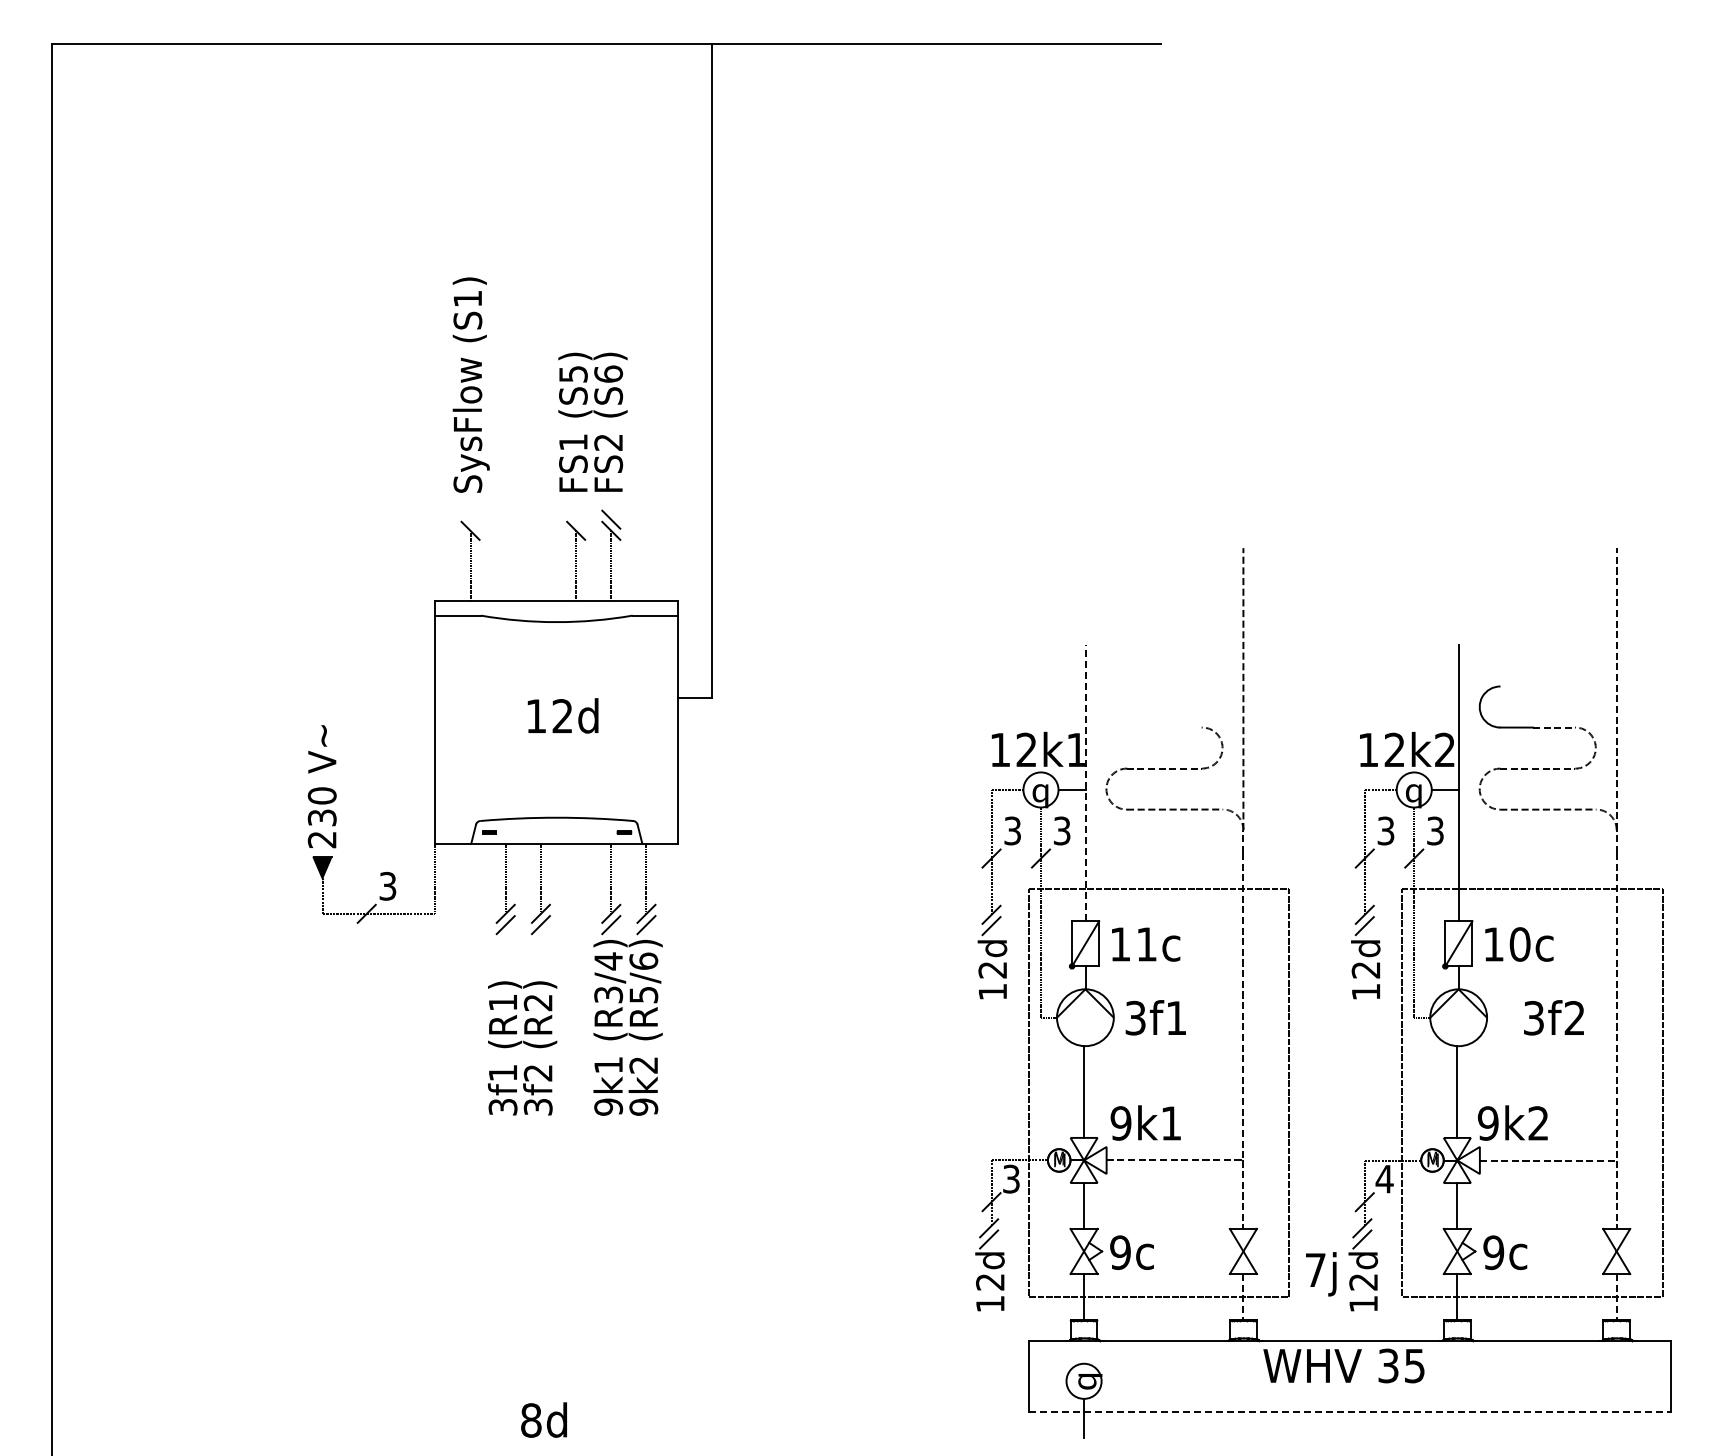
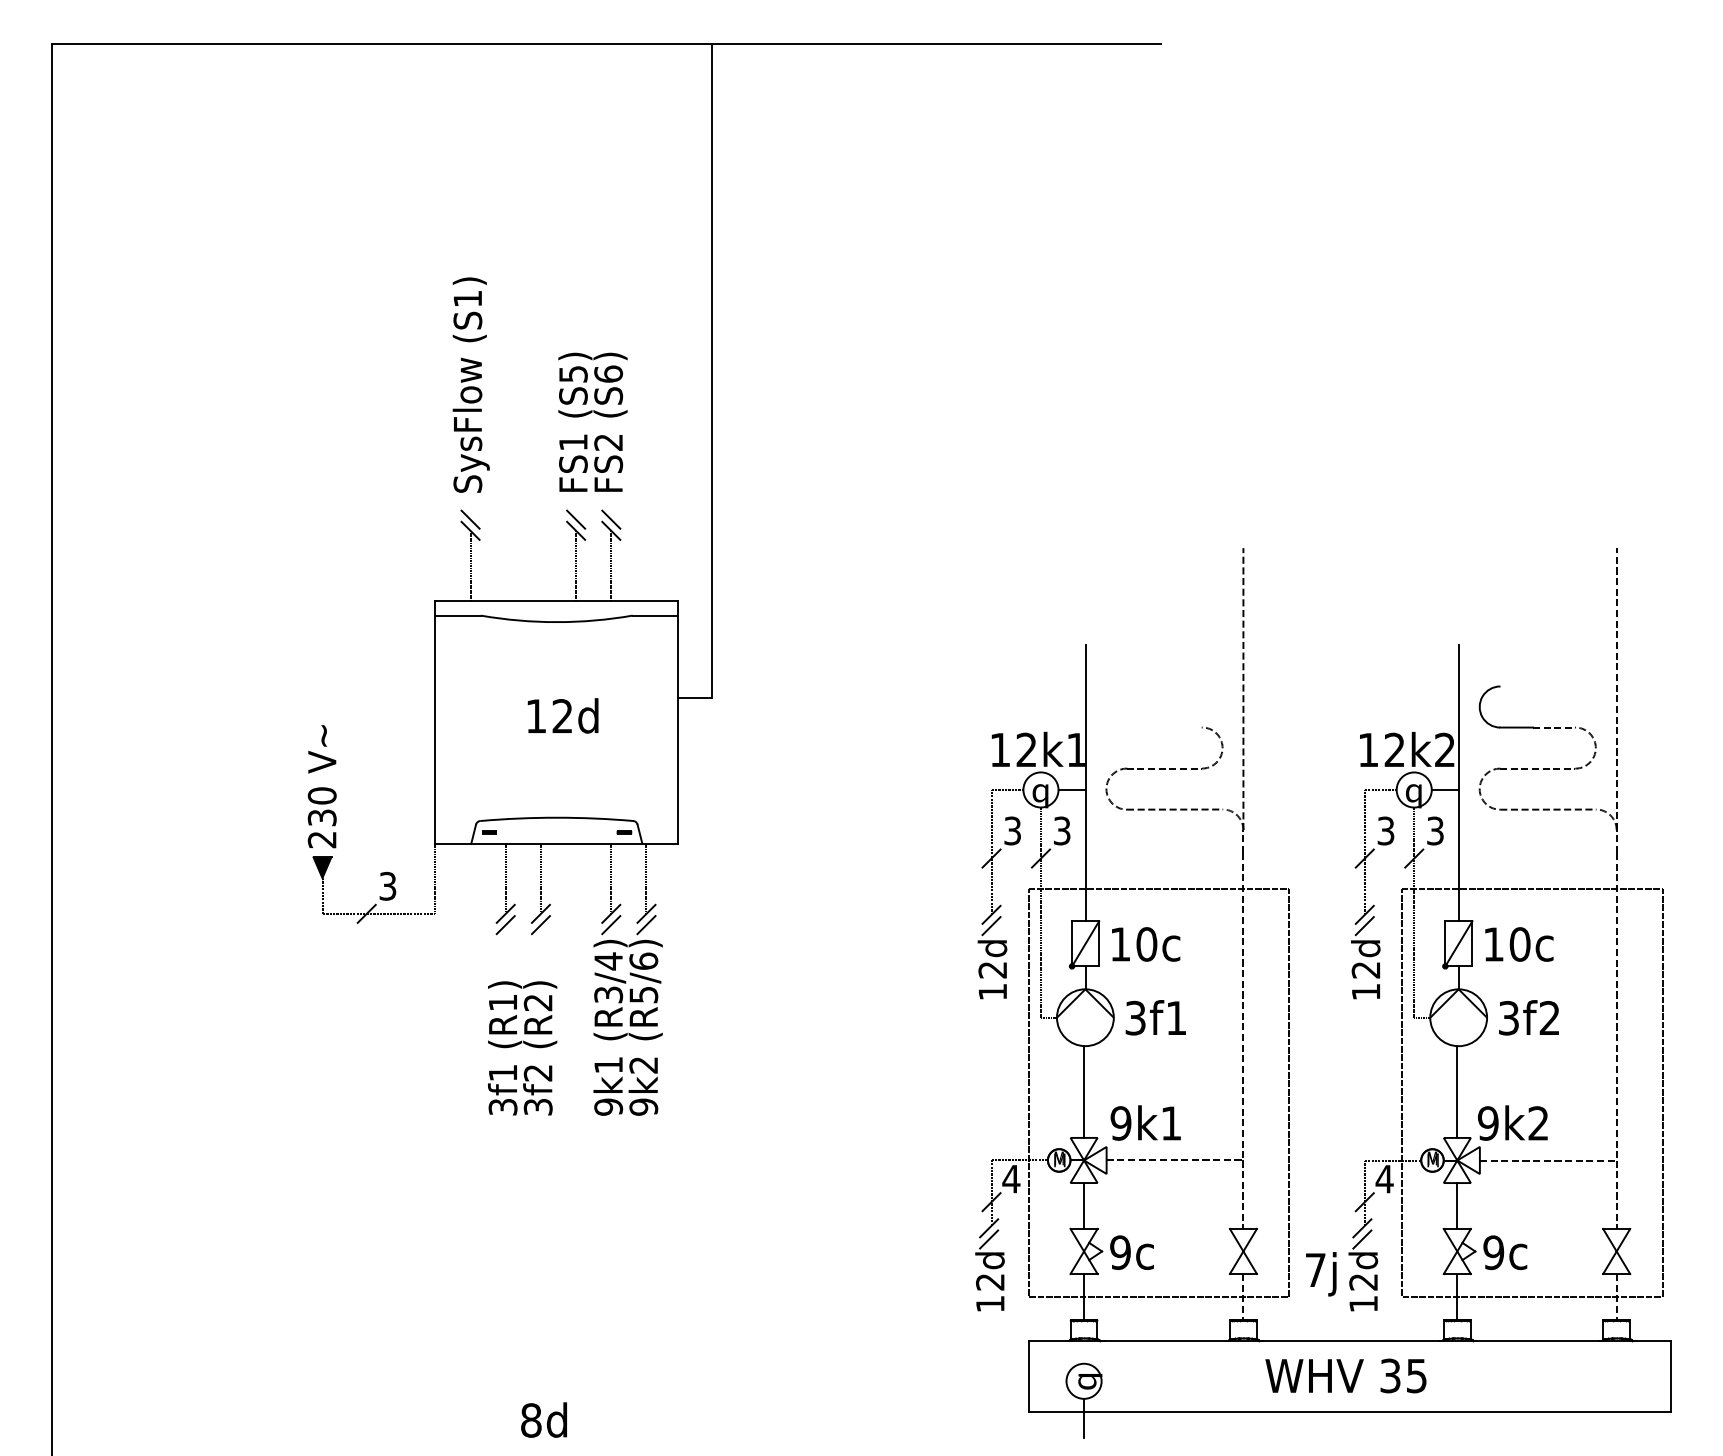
line at (470, 519): none -> present
line at (576, 519): none -> present
line at (1085, 783): dashed -> solid
text at (1146, 944): 11c -> 10c
text at (1553, 1017) position: (1553, 1017) -> (1528, 1017)
text at (1011, 1178): 3 -> 4
text at (1343, 1365) position: (1343, 1365) -> (1345, 1375)
line at (1350, 1412): dashed -> solid
